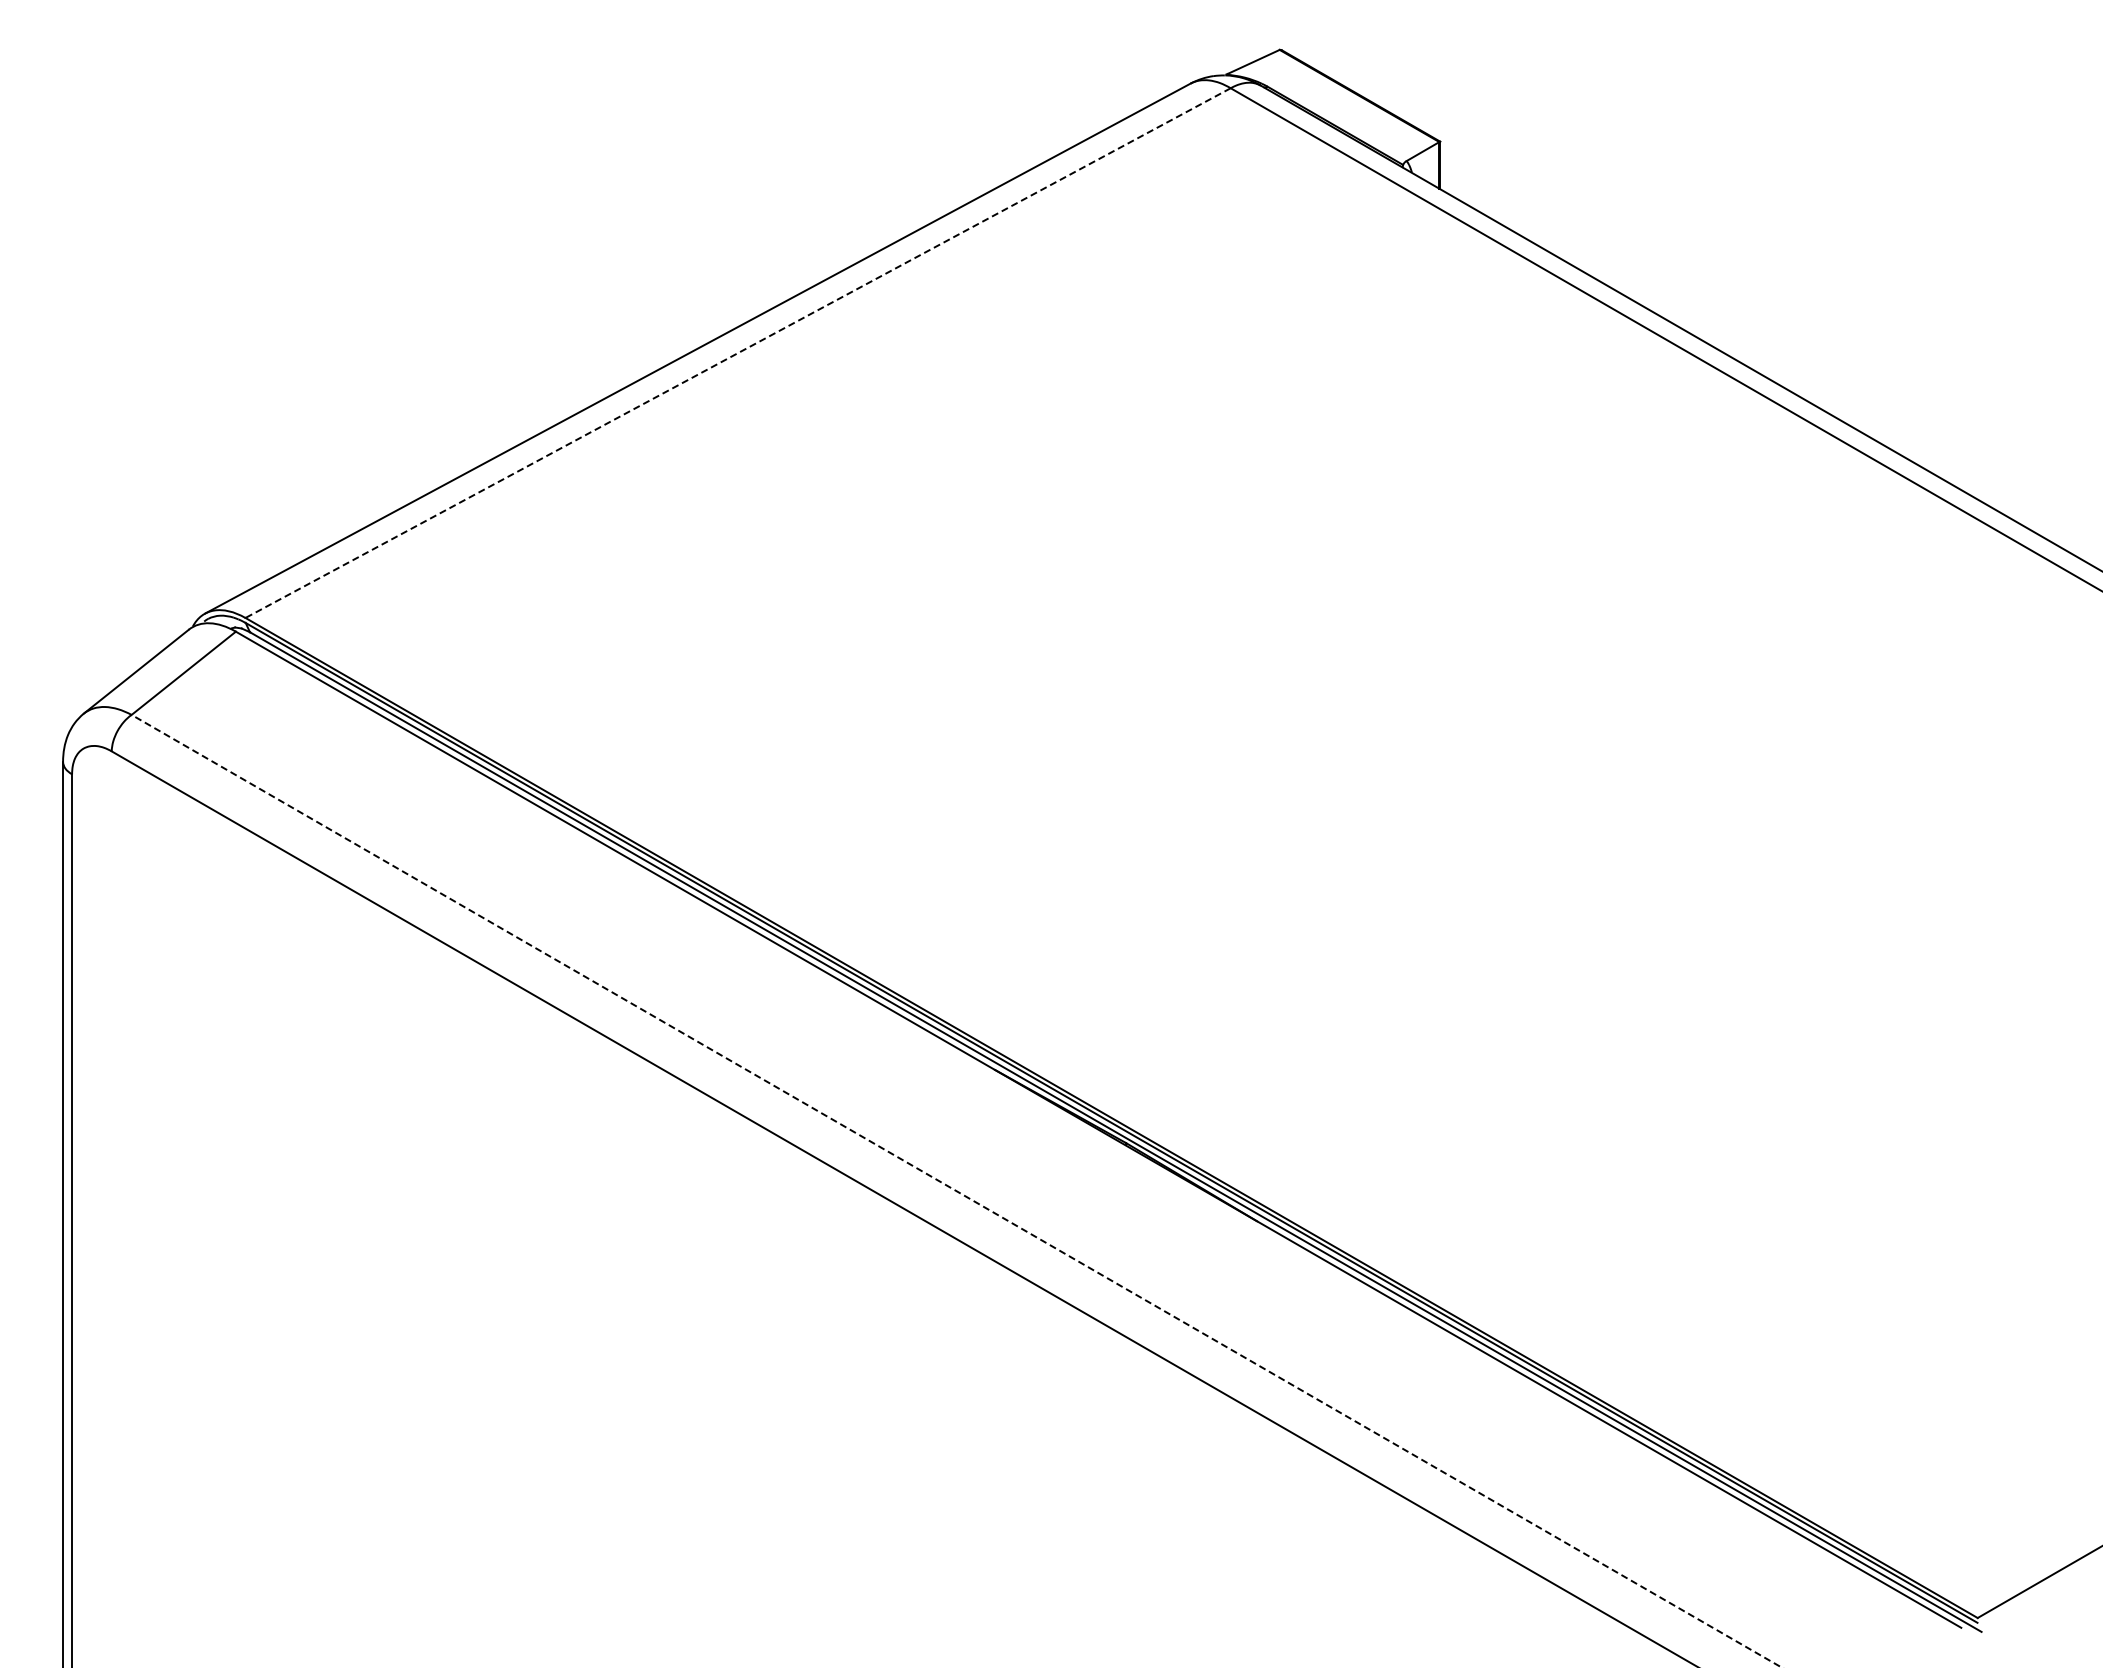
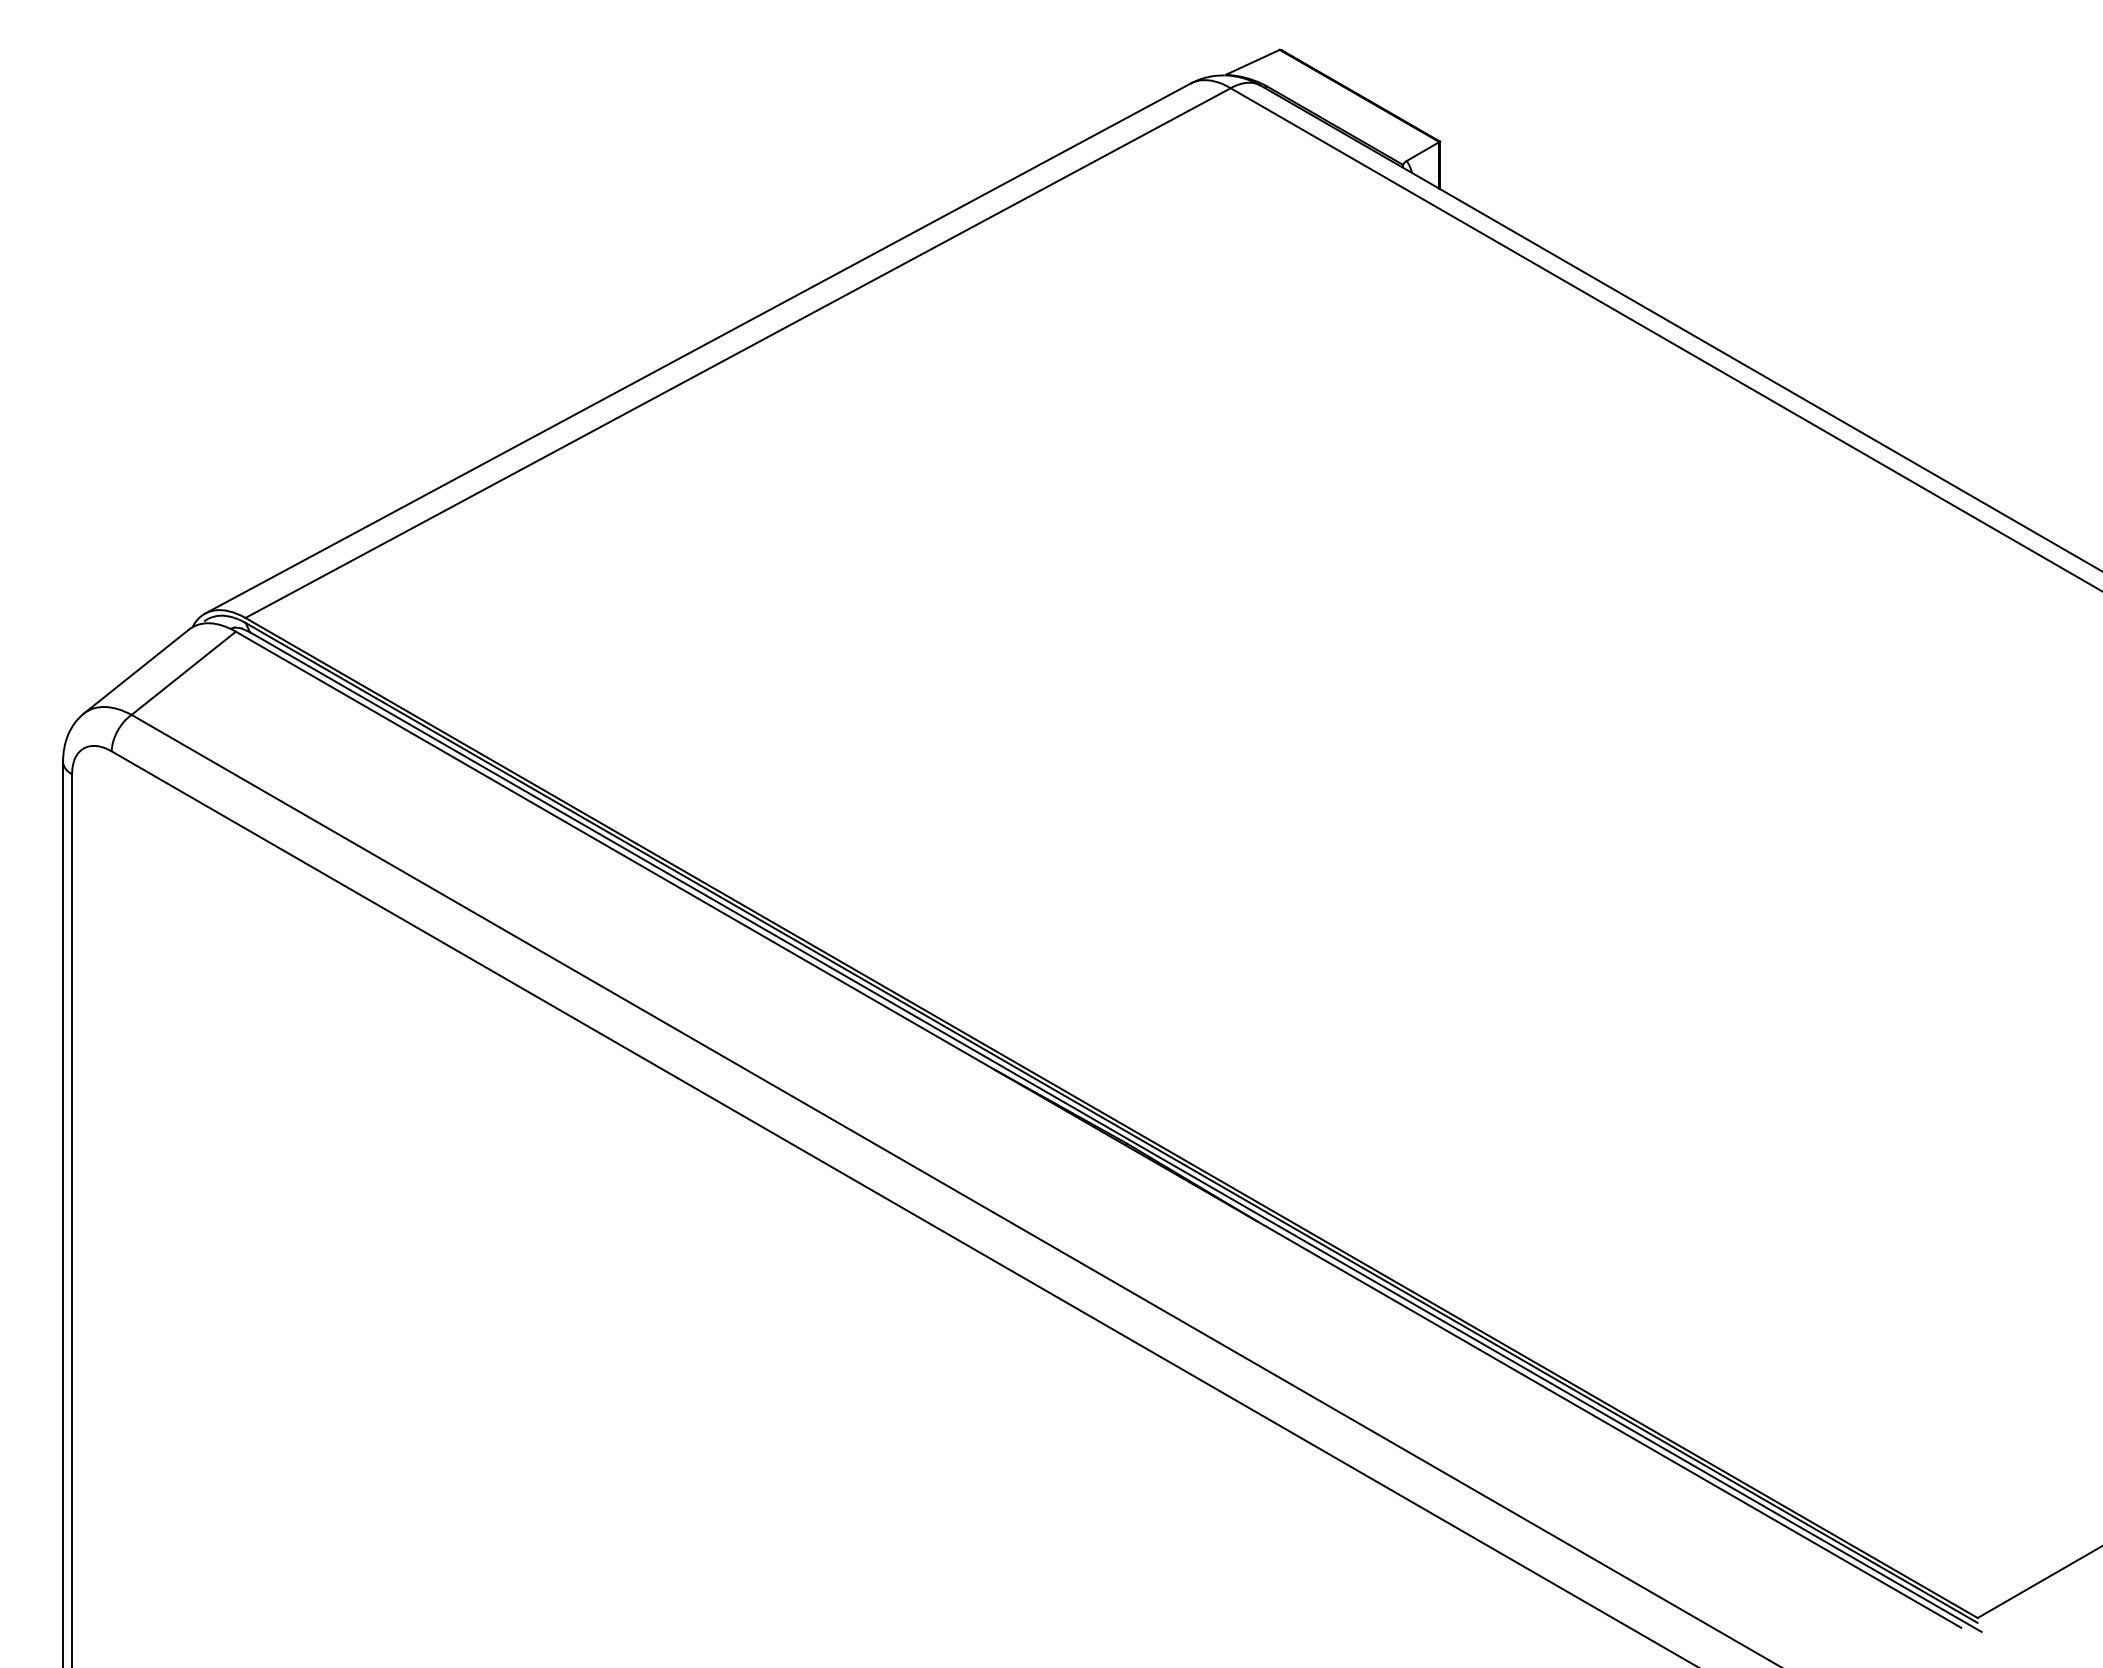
line at (737, 353): dashed -> solid
line at (956, 1191): dashed -> solid
